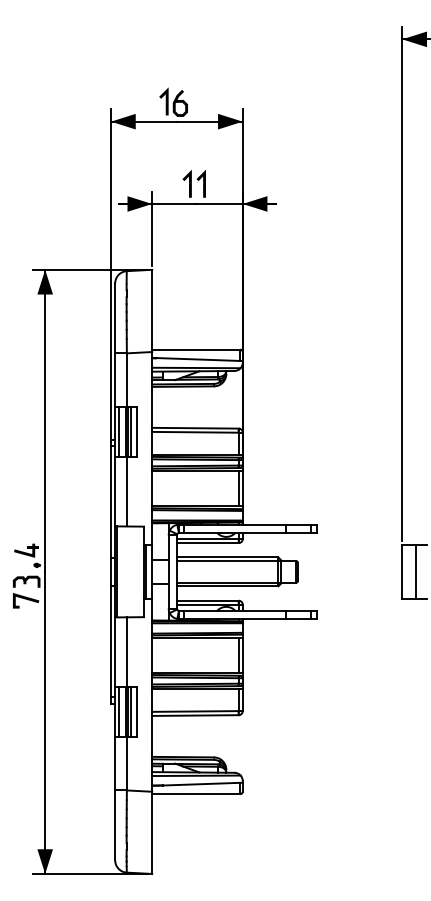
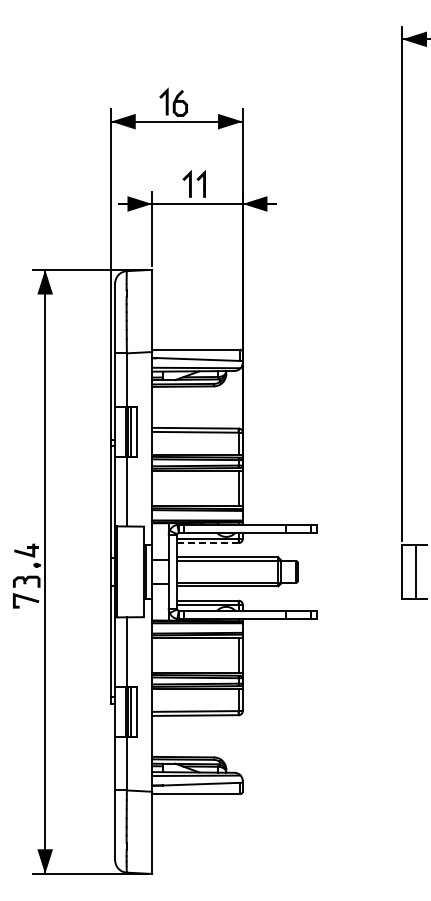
line at (118, 431): present -> none
line at (207, 543): solid -> dashed
line at (118, 711): present -> none
